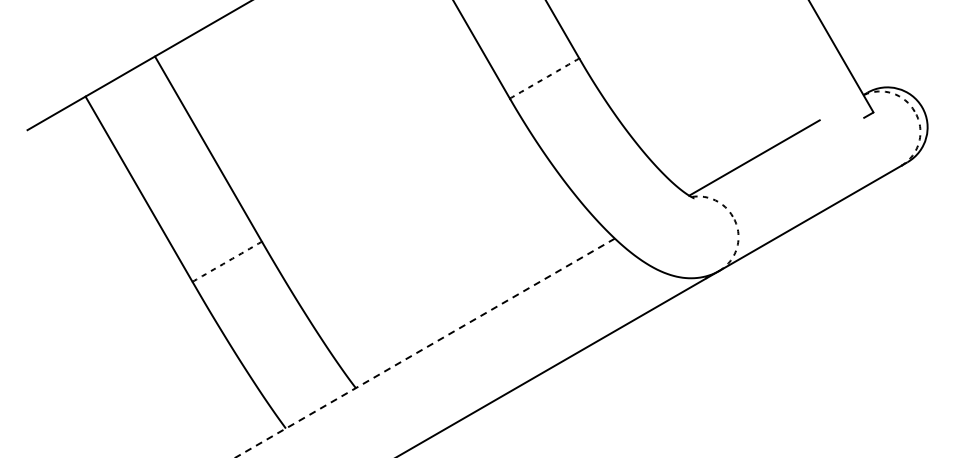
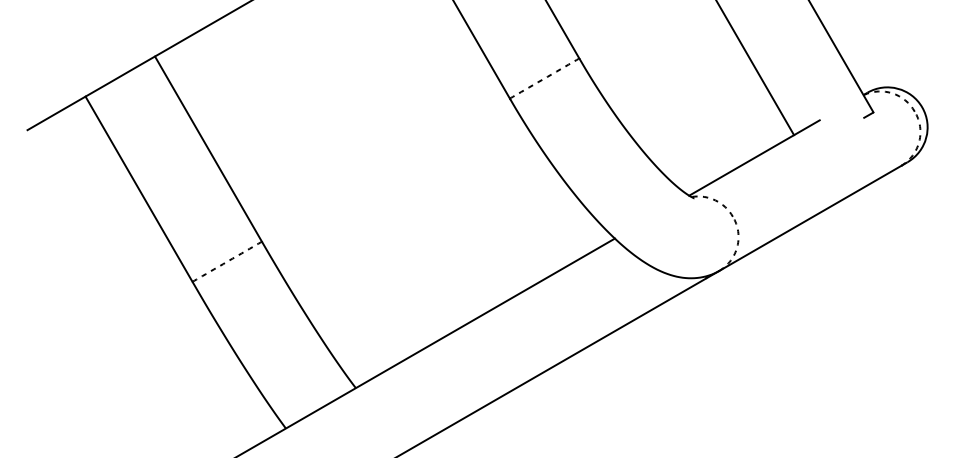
line at (755, 68): none -> present
line at (424, 348): dashed -> solid
